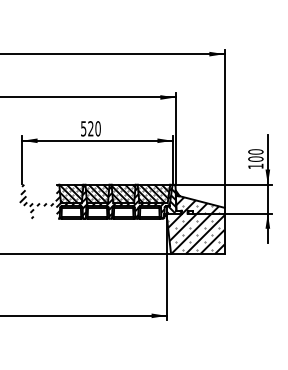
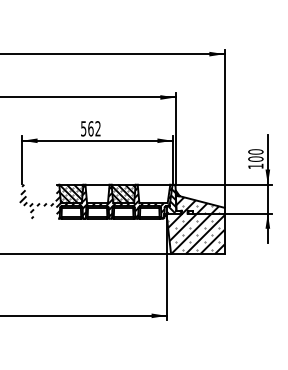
text at (94, 128): 520 -> 562
hatch at (97, 193): present -> none
hatch at (154, 193): present -> none
